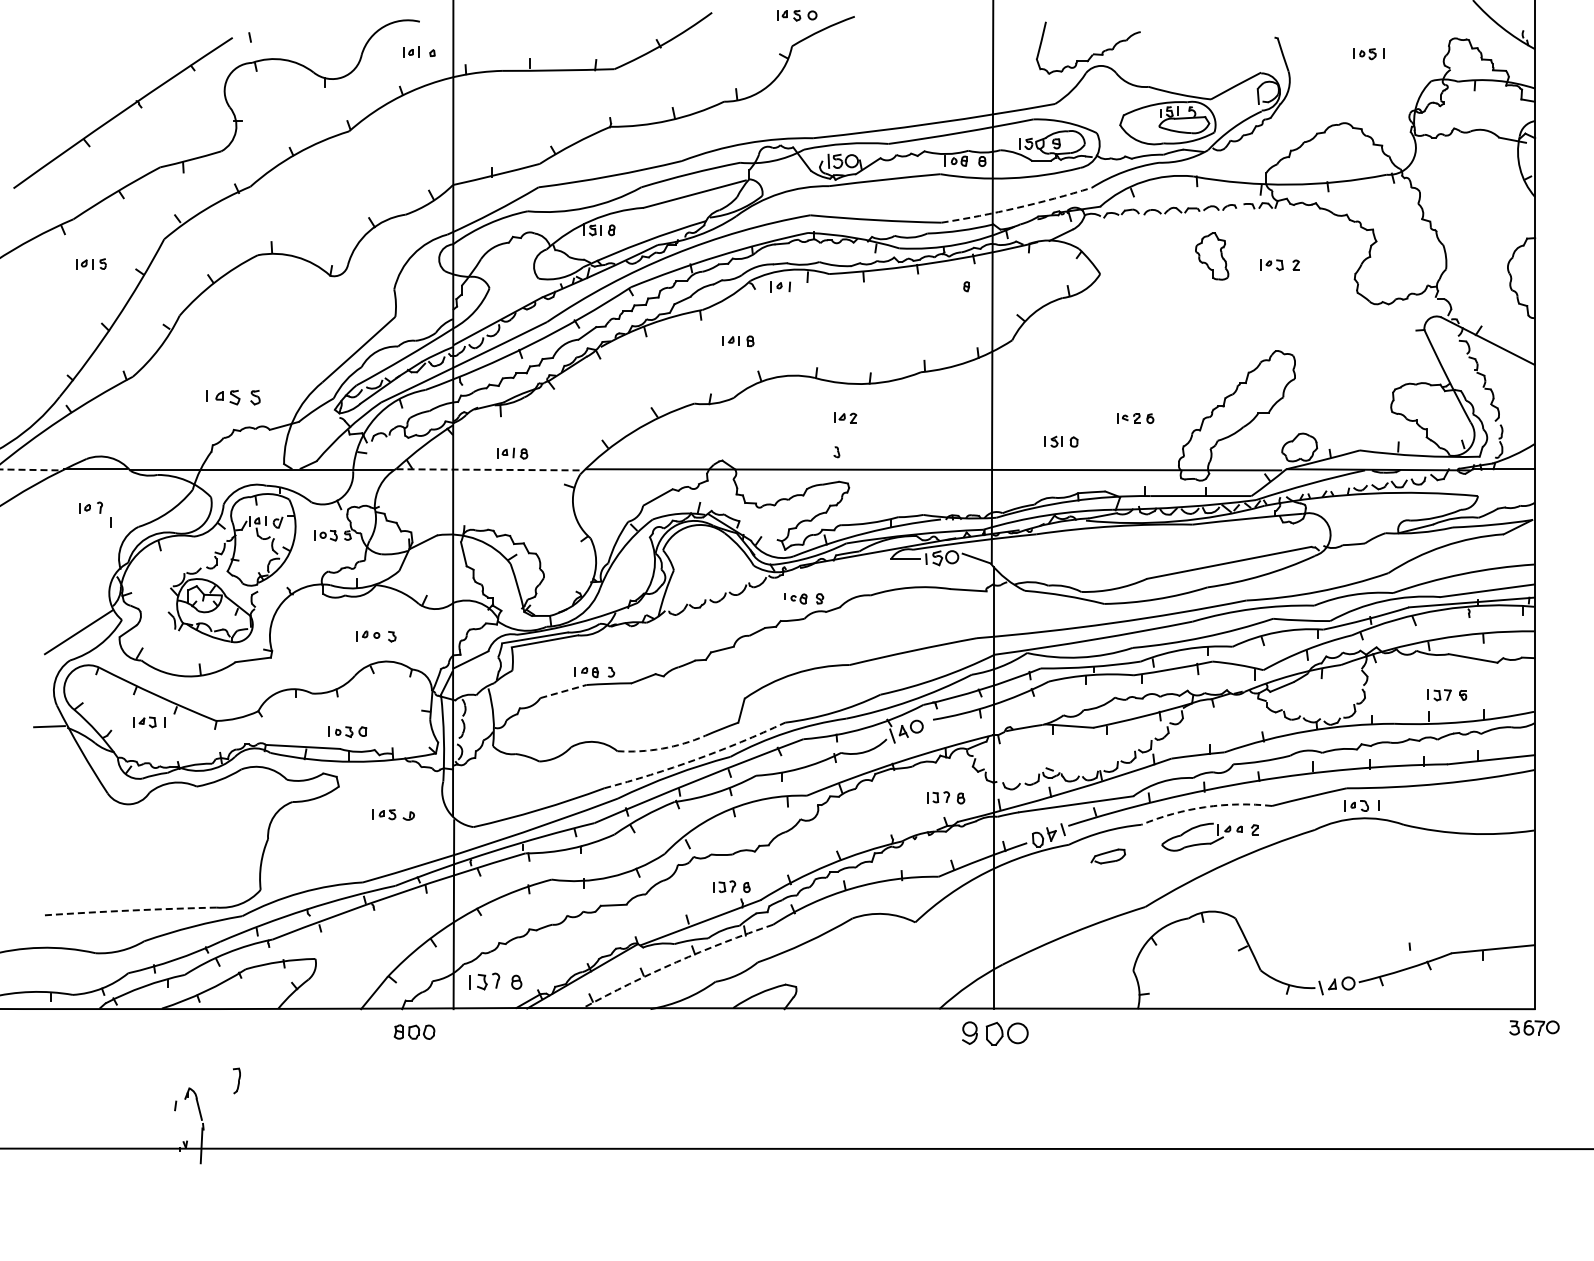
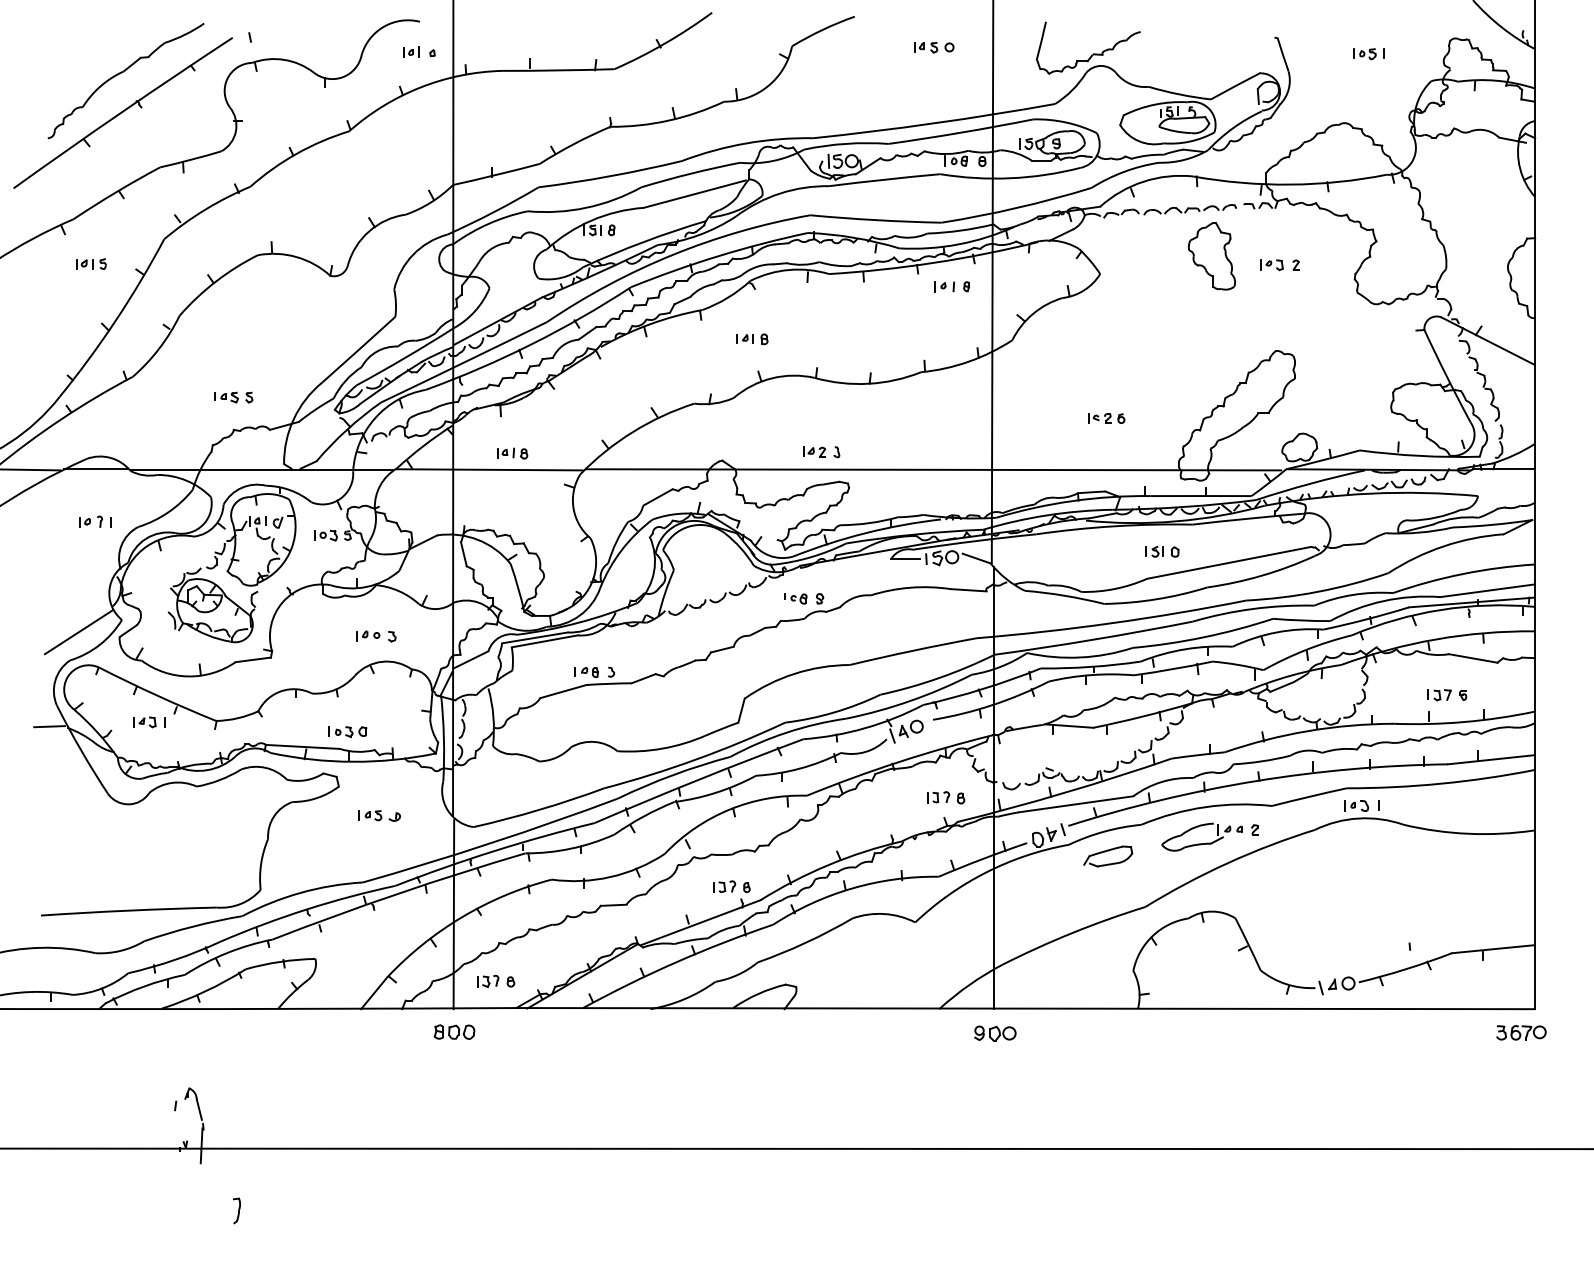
part at (797, 15) position: (797, 15) -> (934, 47)
part at (121, 73): none -> present
arc at (1017, 207): dashed -> solid
part at (1212, 256) size: 35x49 px -> 49x69 px
part at (780, 286) position: (780, 286) -> (944, 286)
part at (738, 341) position: (738, 341) -> (752, 339)
part at (233, 397) size: 55x16 px -> 40x13 px
part at (845, 417) position: (845, 417) -> (814, 451)
part at (1135, 418) position: (1135, 418) -> (1106, 418)
part at (1061, 441) position: (1061, 441) -> (1162, 551)
line at (30, 469): dashed -> solid
line at (490, 469): dashed -> solid
part at (90, 507) position: (90, 507) -> (90, 521)
line at (563, 691): dashed -> solid
arc at (662, 748): dashed -> solid
arc at (696, 759): dashed -> solid
arc at (1205, 807): dashed -> solid
part at (393, 814) position: (393, 814) -> (379, 815)
part at (1107, 856) size: 36x17 px -> 51x23 px
arc at (128, 910): dashed -> solid
arc at (676, 962): dashed -> solid
part at (495, 981) size: 54x19 px -> 39x14 px
part at (1534, 1027) position: (1534, 1027) -> (1521, 1032)
part at (414, 1031) position: (414, 1031) -> (454, 1031)
part at (995, 1033) size: 67x25 px -> 43x17 px
part at (236, 1080) position: (236, 1080) -> (236, 1210)
